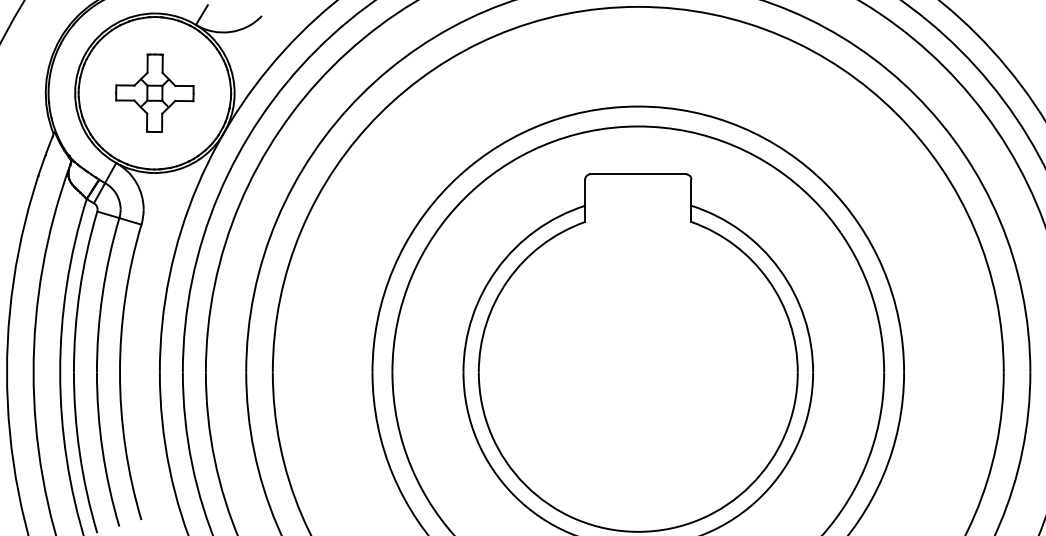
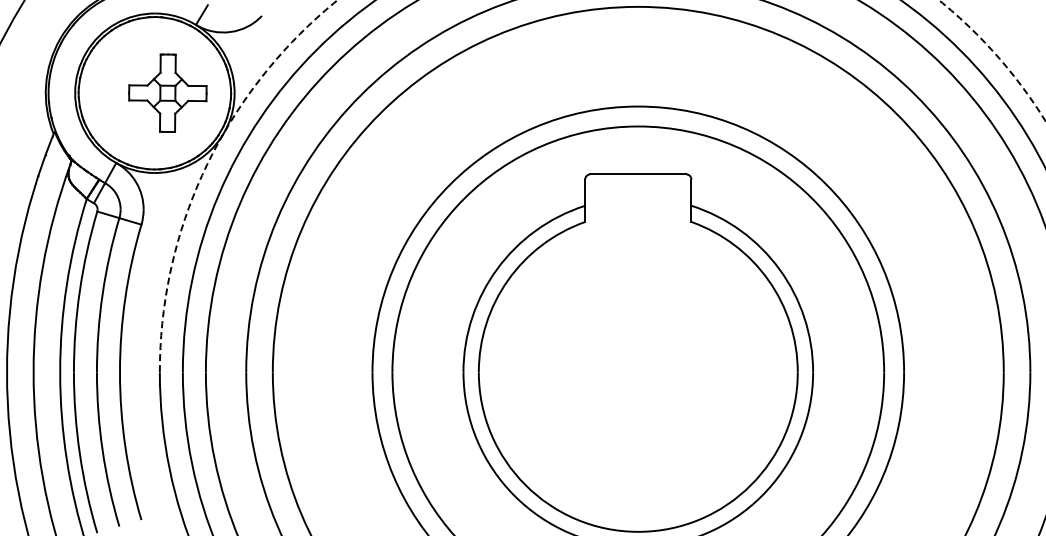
part at (154, 92) position: (154, 92) -> (167, 92)
arc at (248, 94): solid -> dashed
